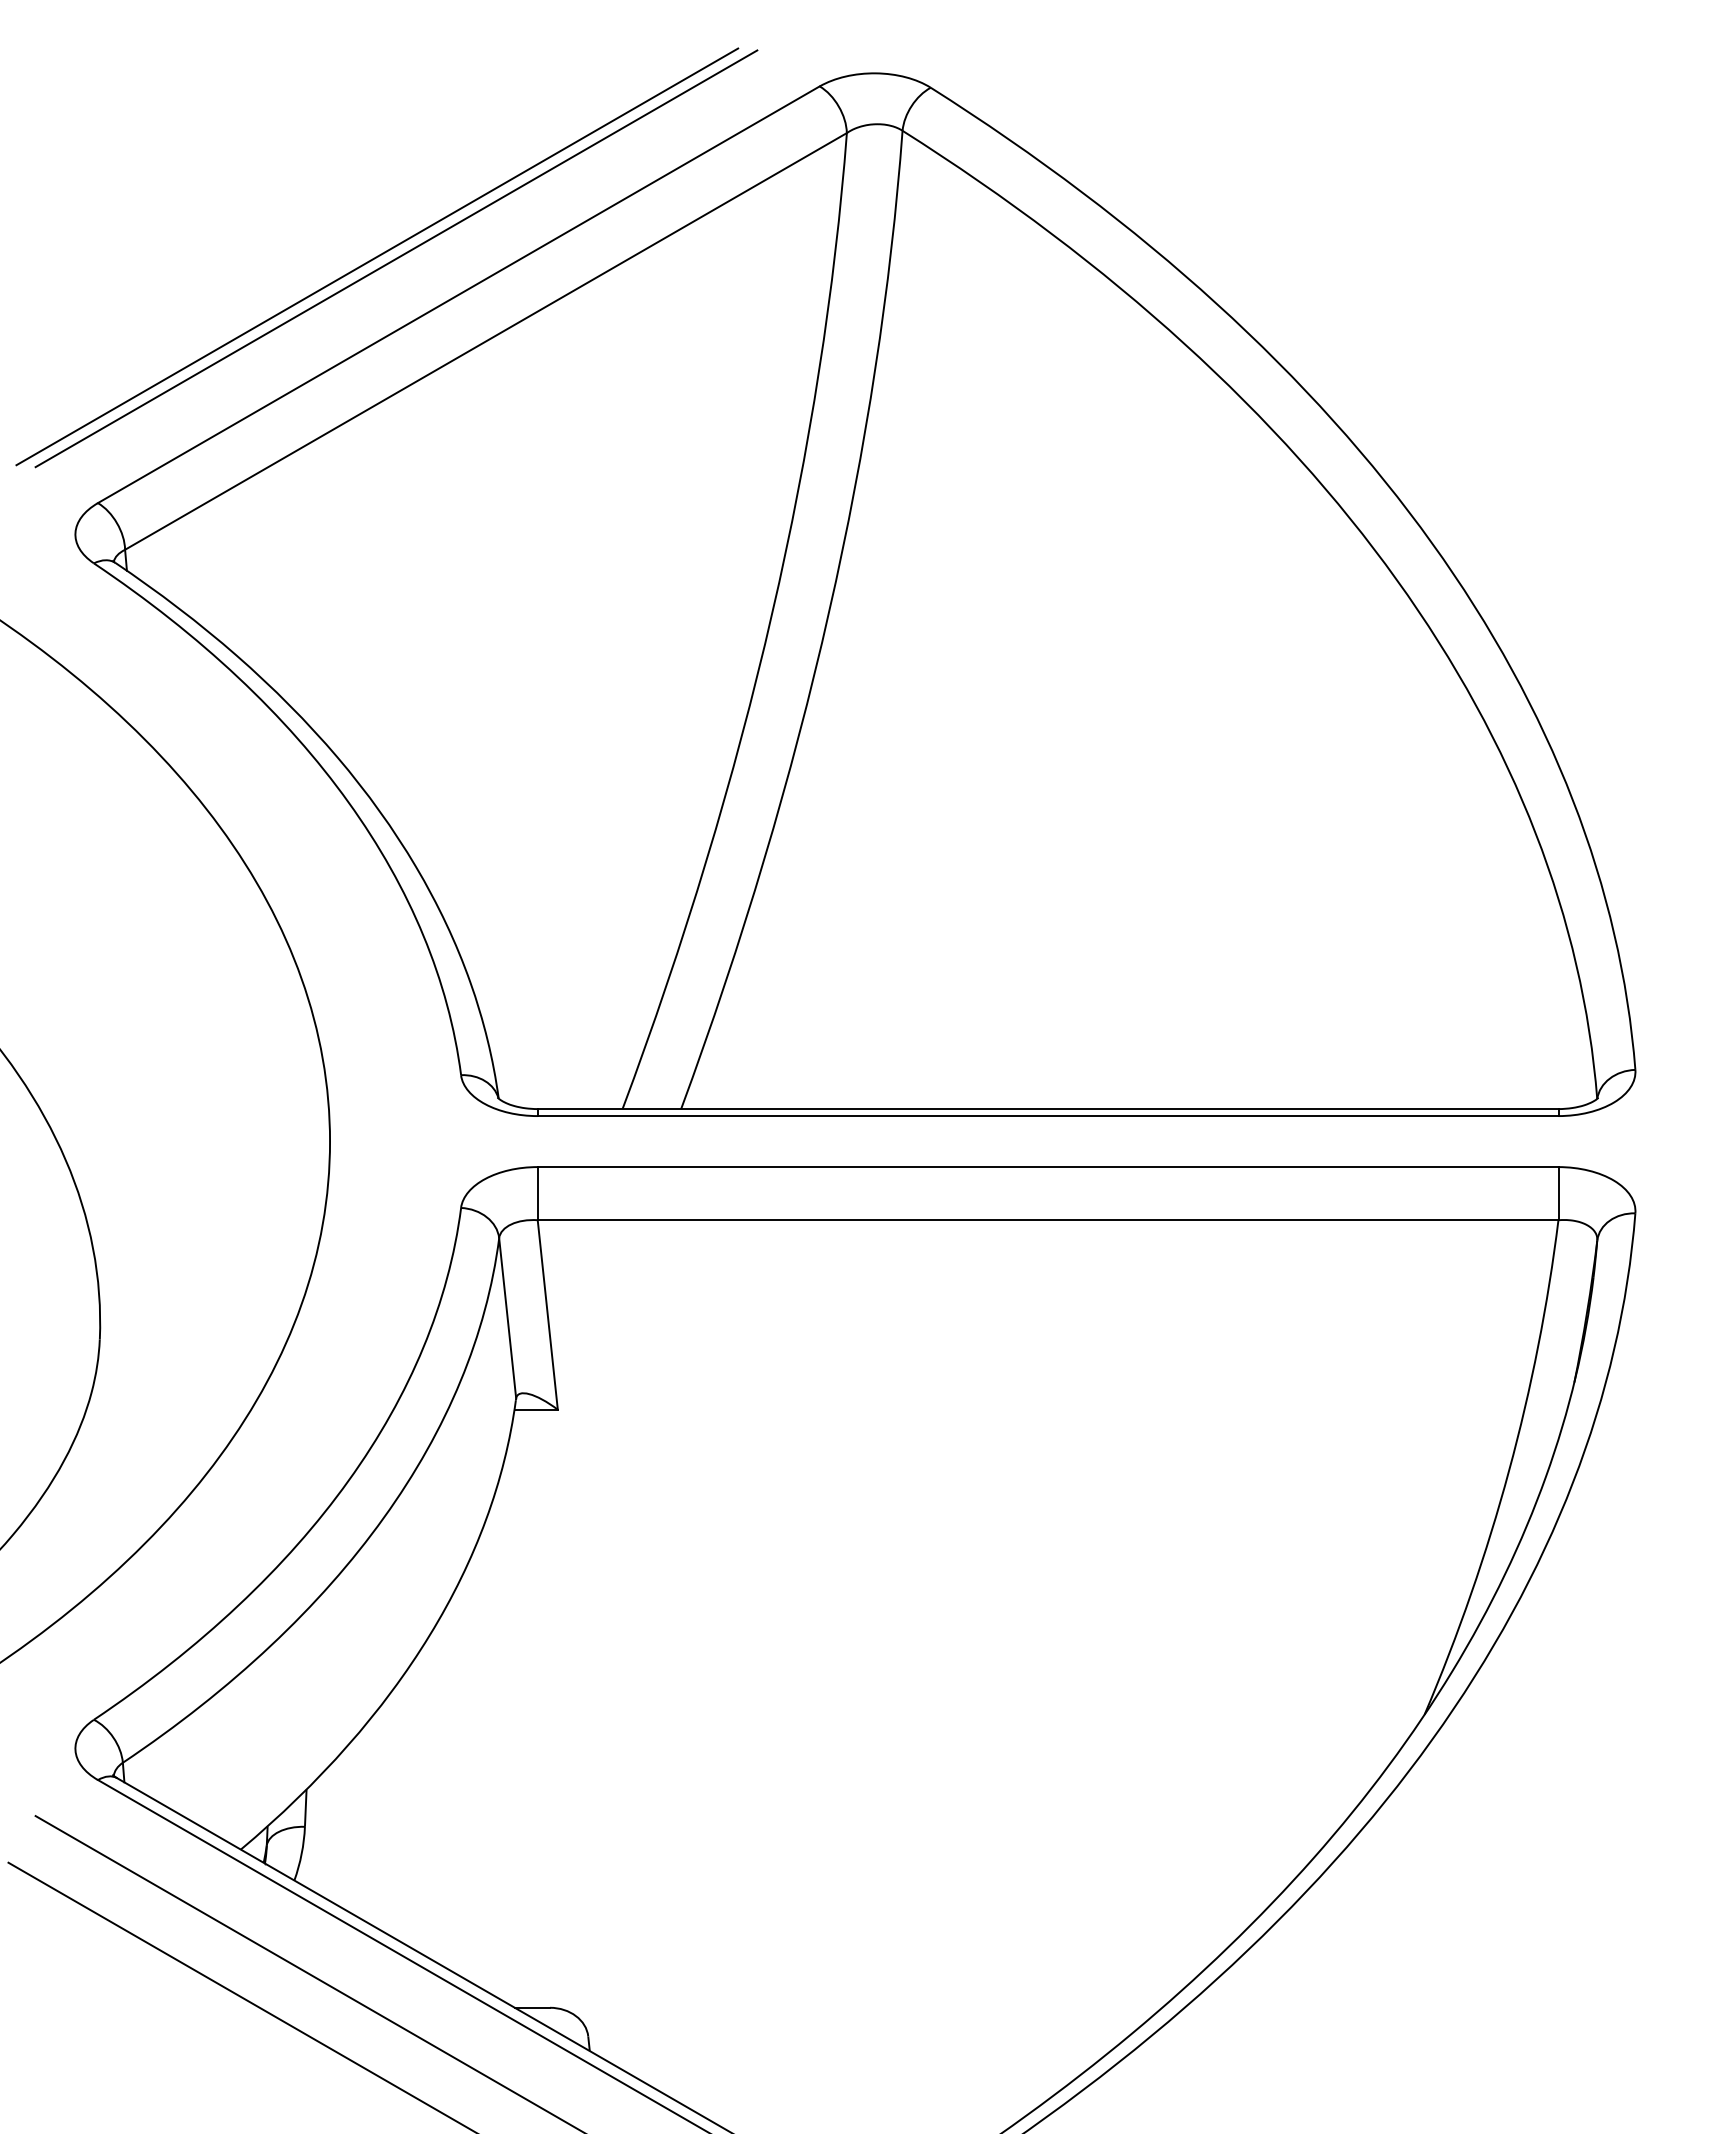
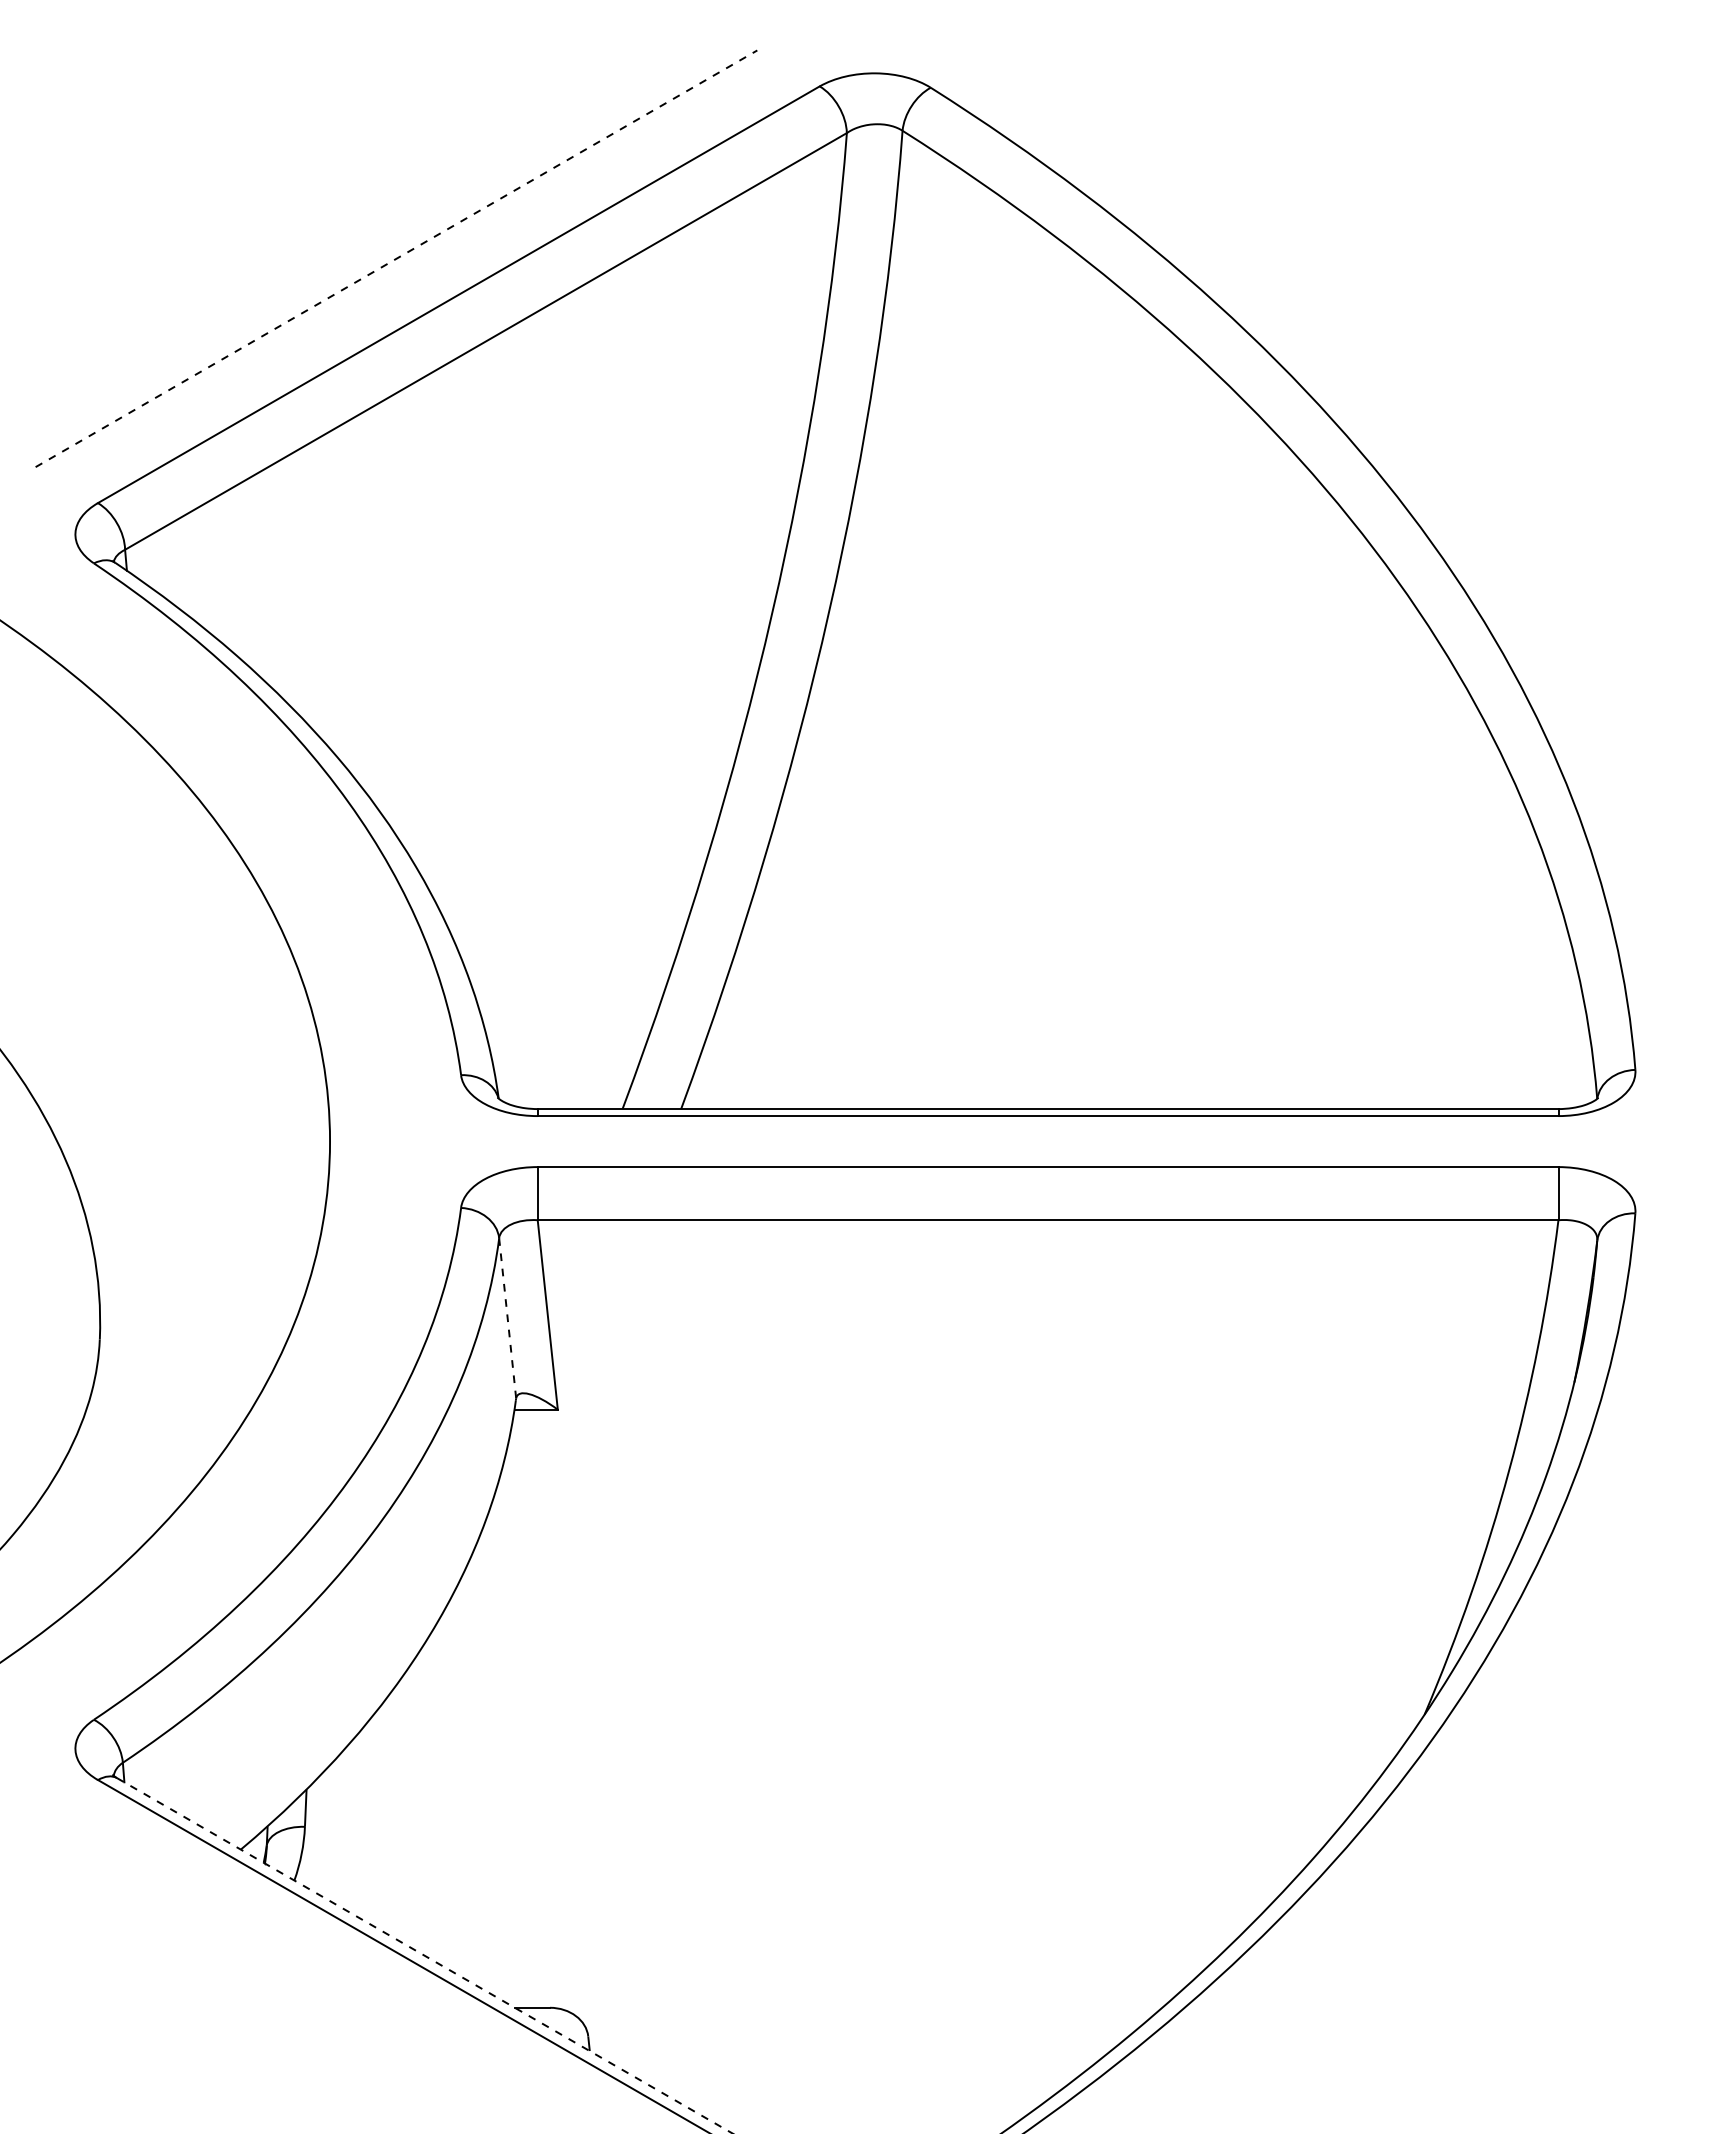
line at (377, 256): present -> none
line at (396, 258): solid -> dashed
line at (507, 1318): solid -> dashed
line at (425, 1956): solid -> dashed
line at (307, 1973): present -> none
line at (240, 1996): present -> none
